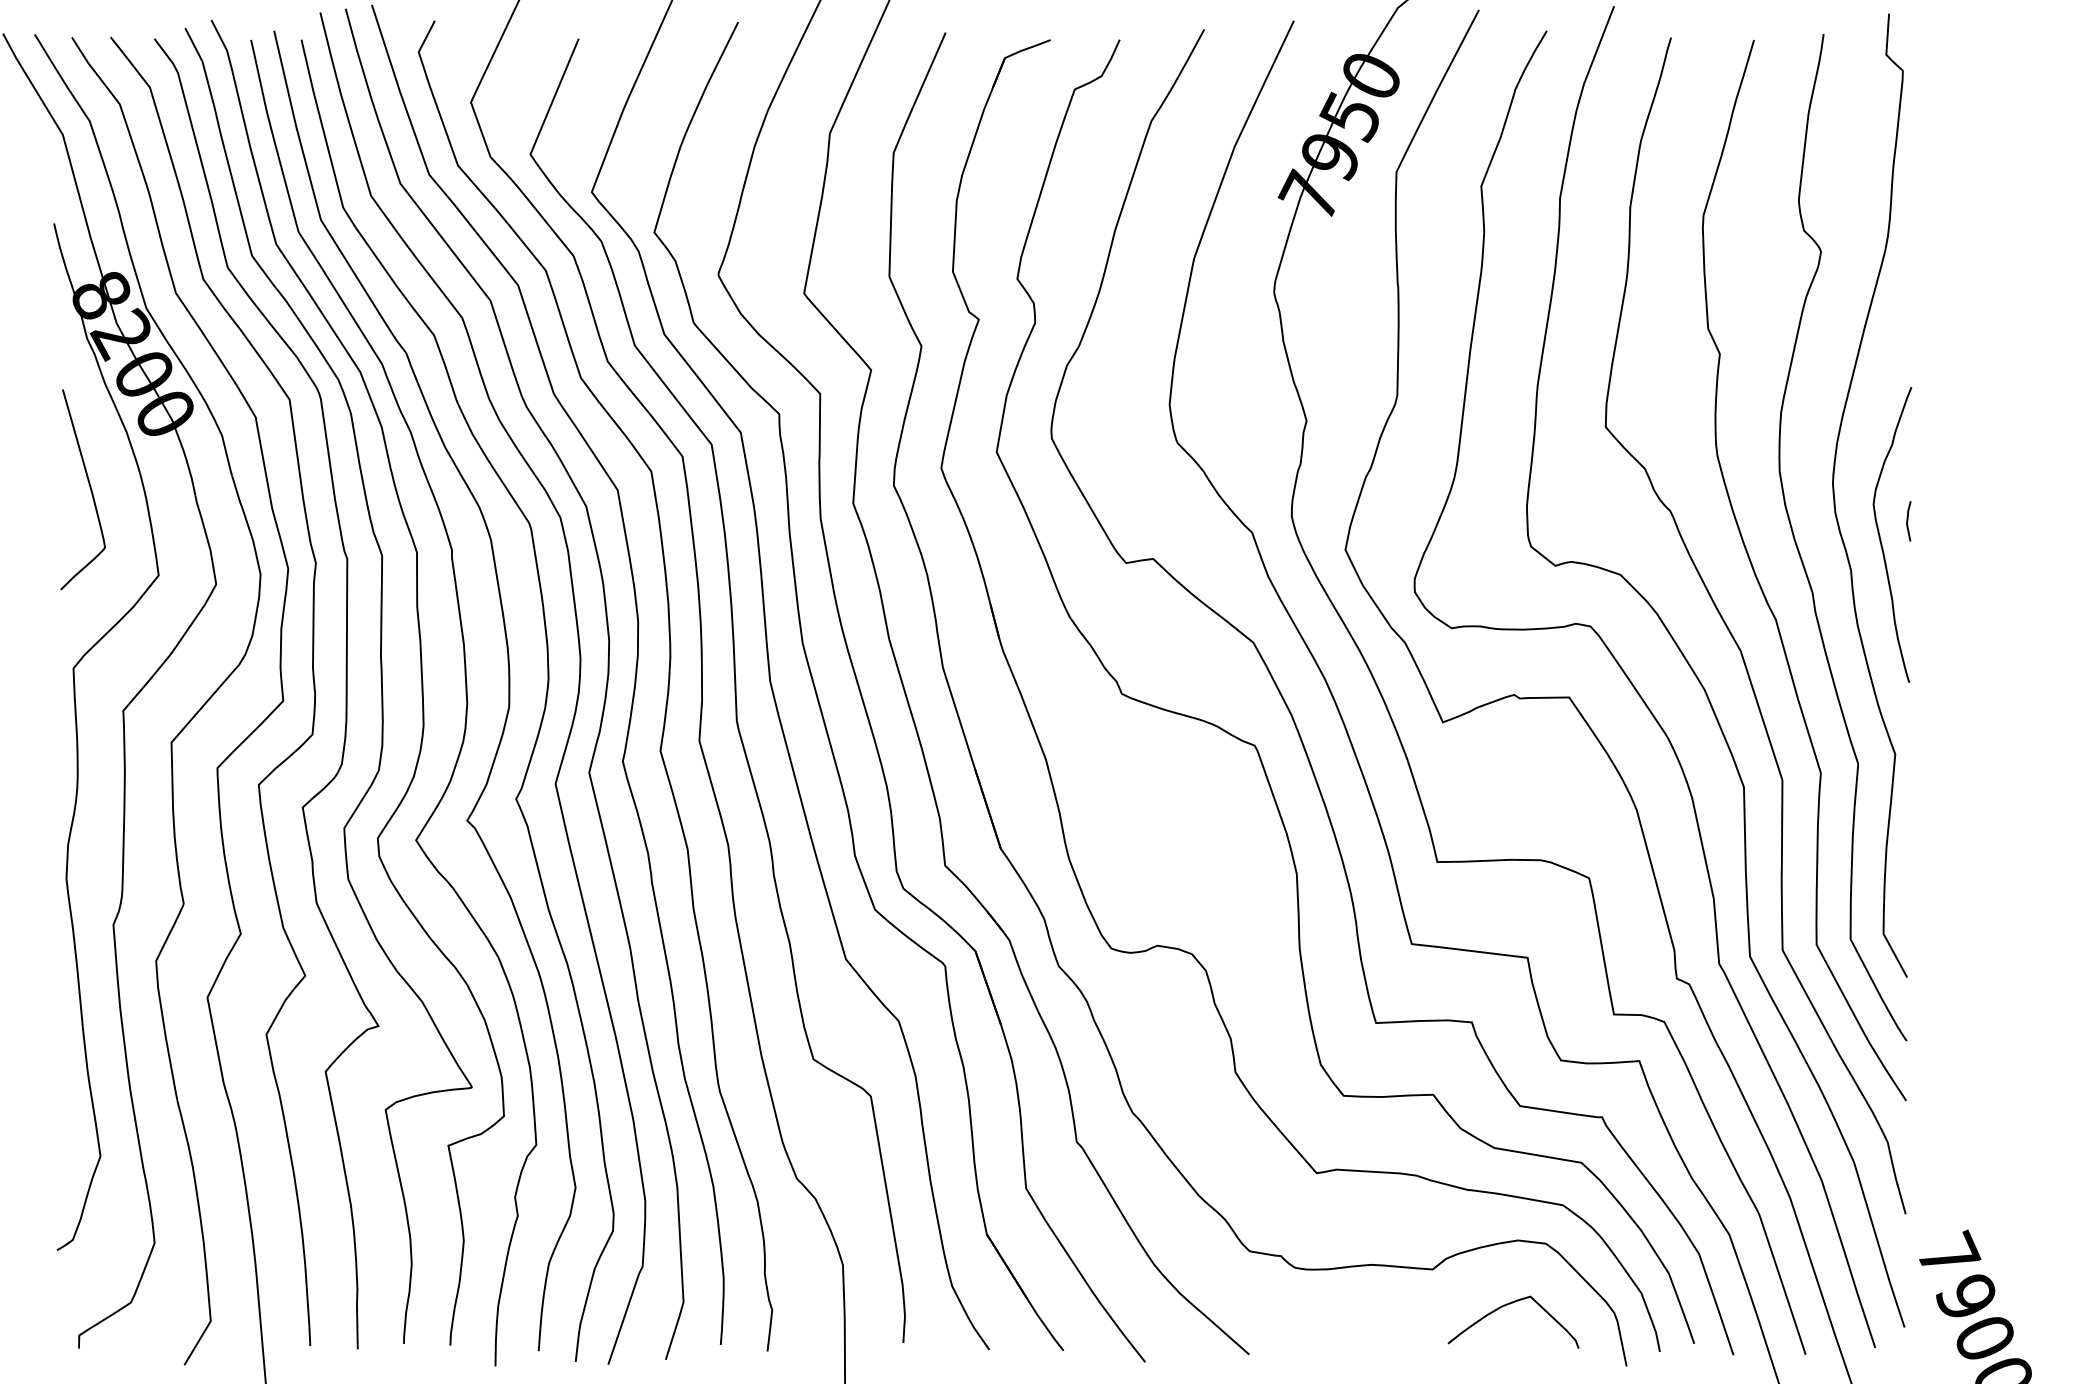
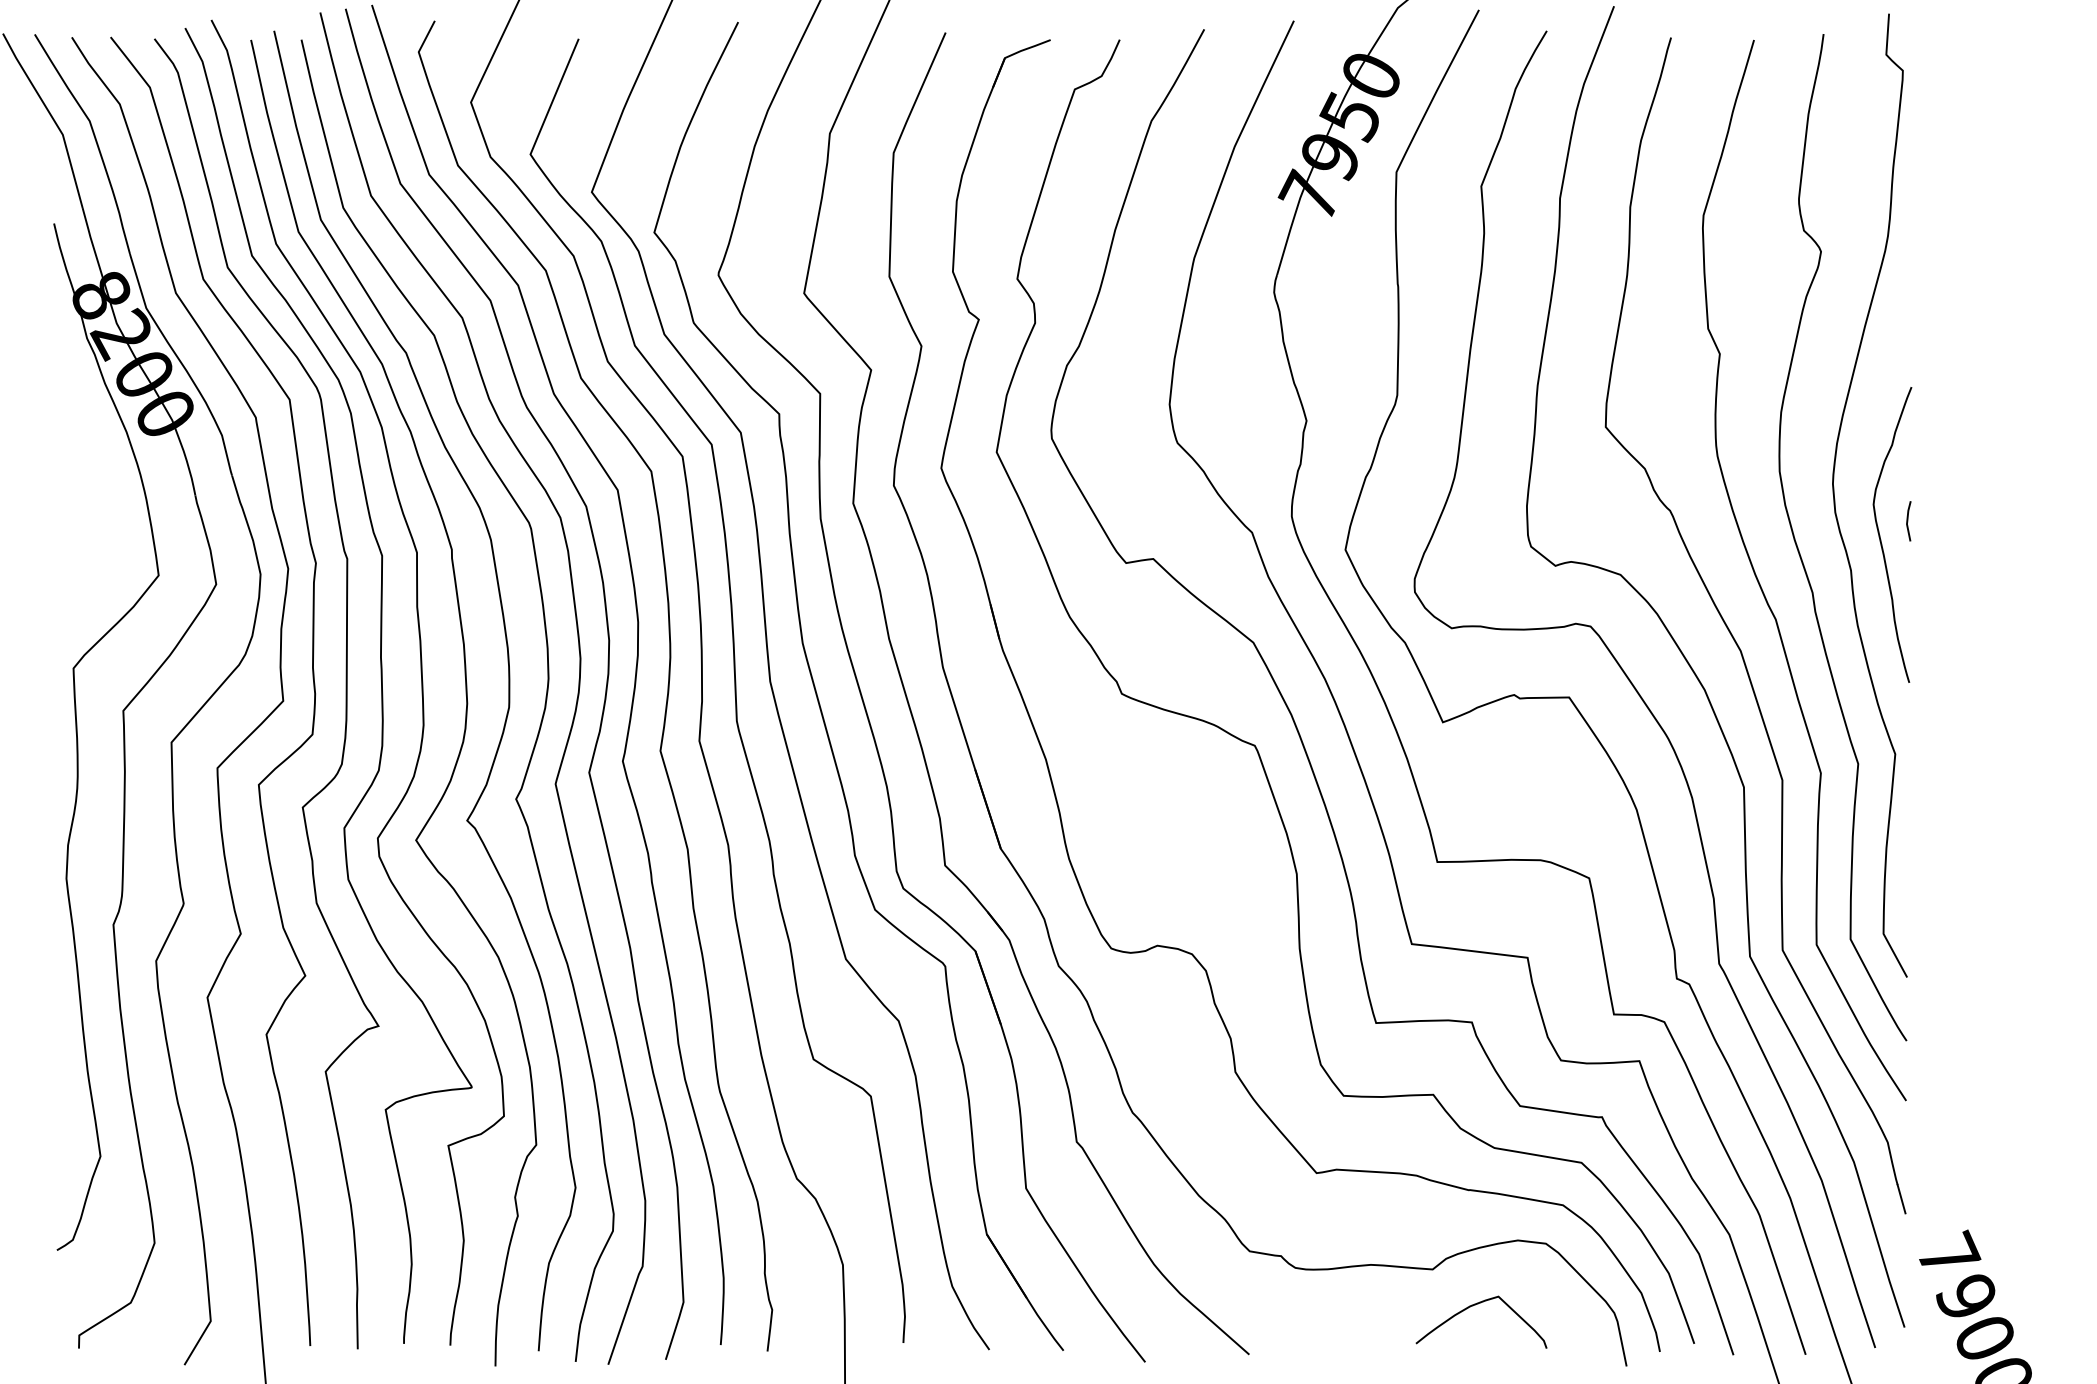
curve at (89, 487): present -> none
curve at (1505, 1306) position: (1505, 1306) -> (1473, 1306)
